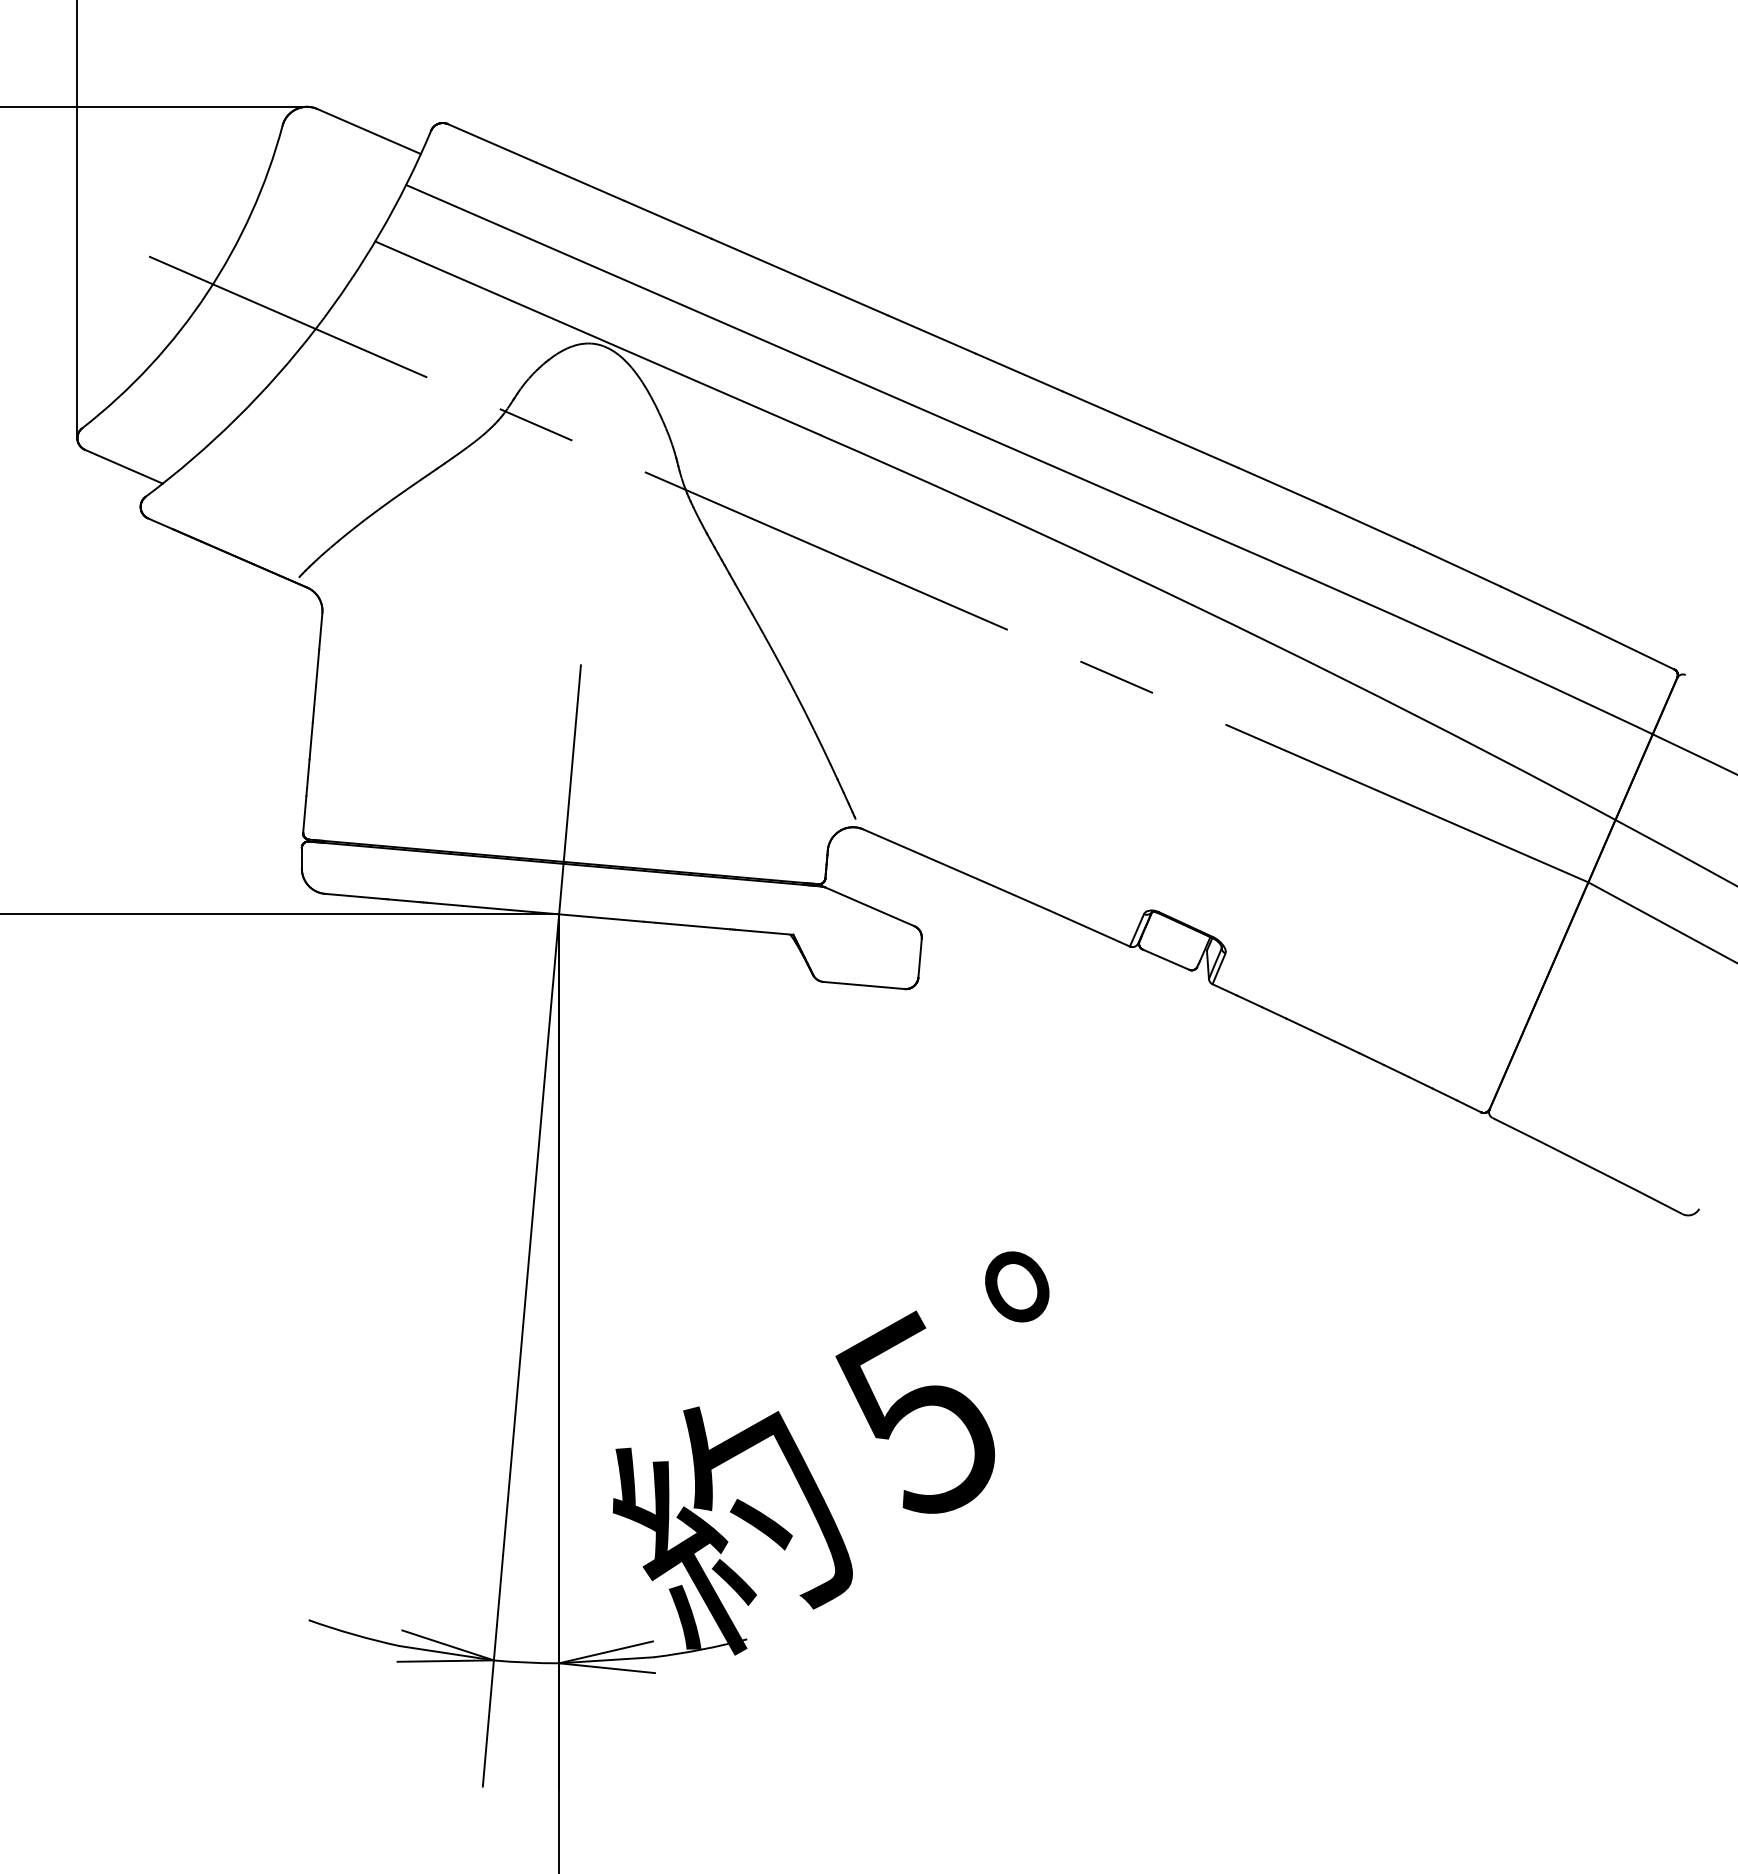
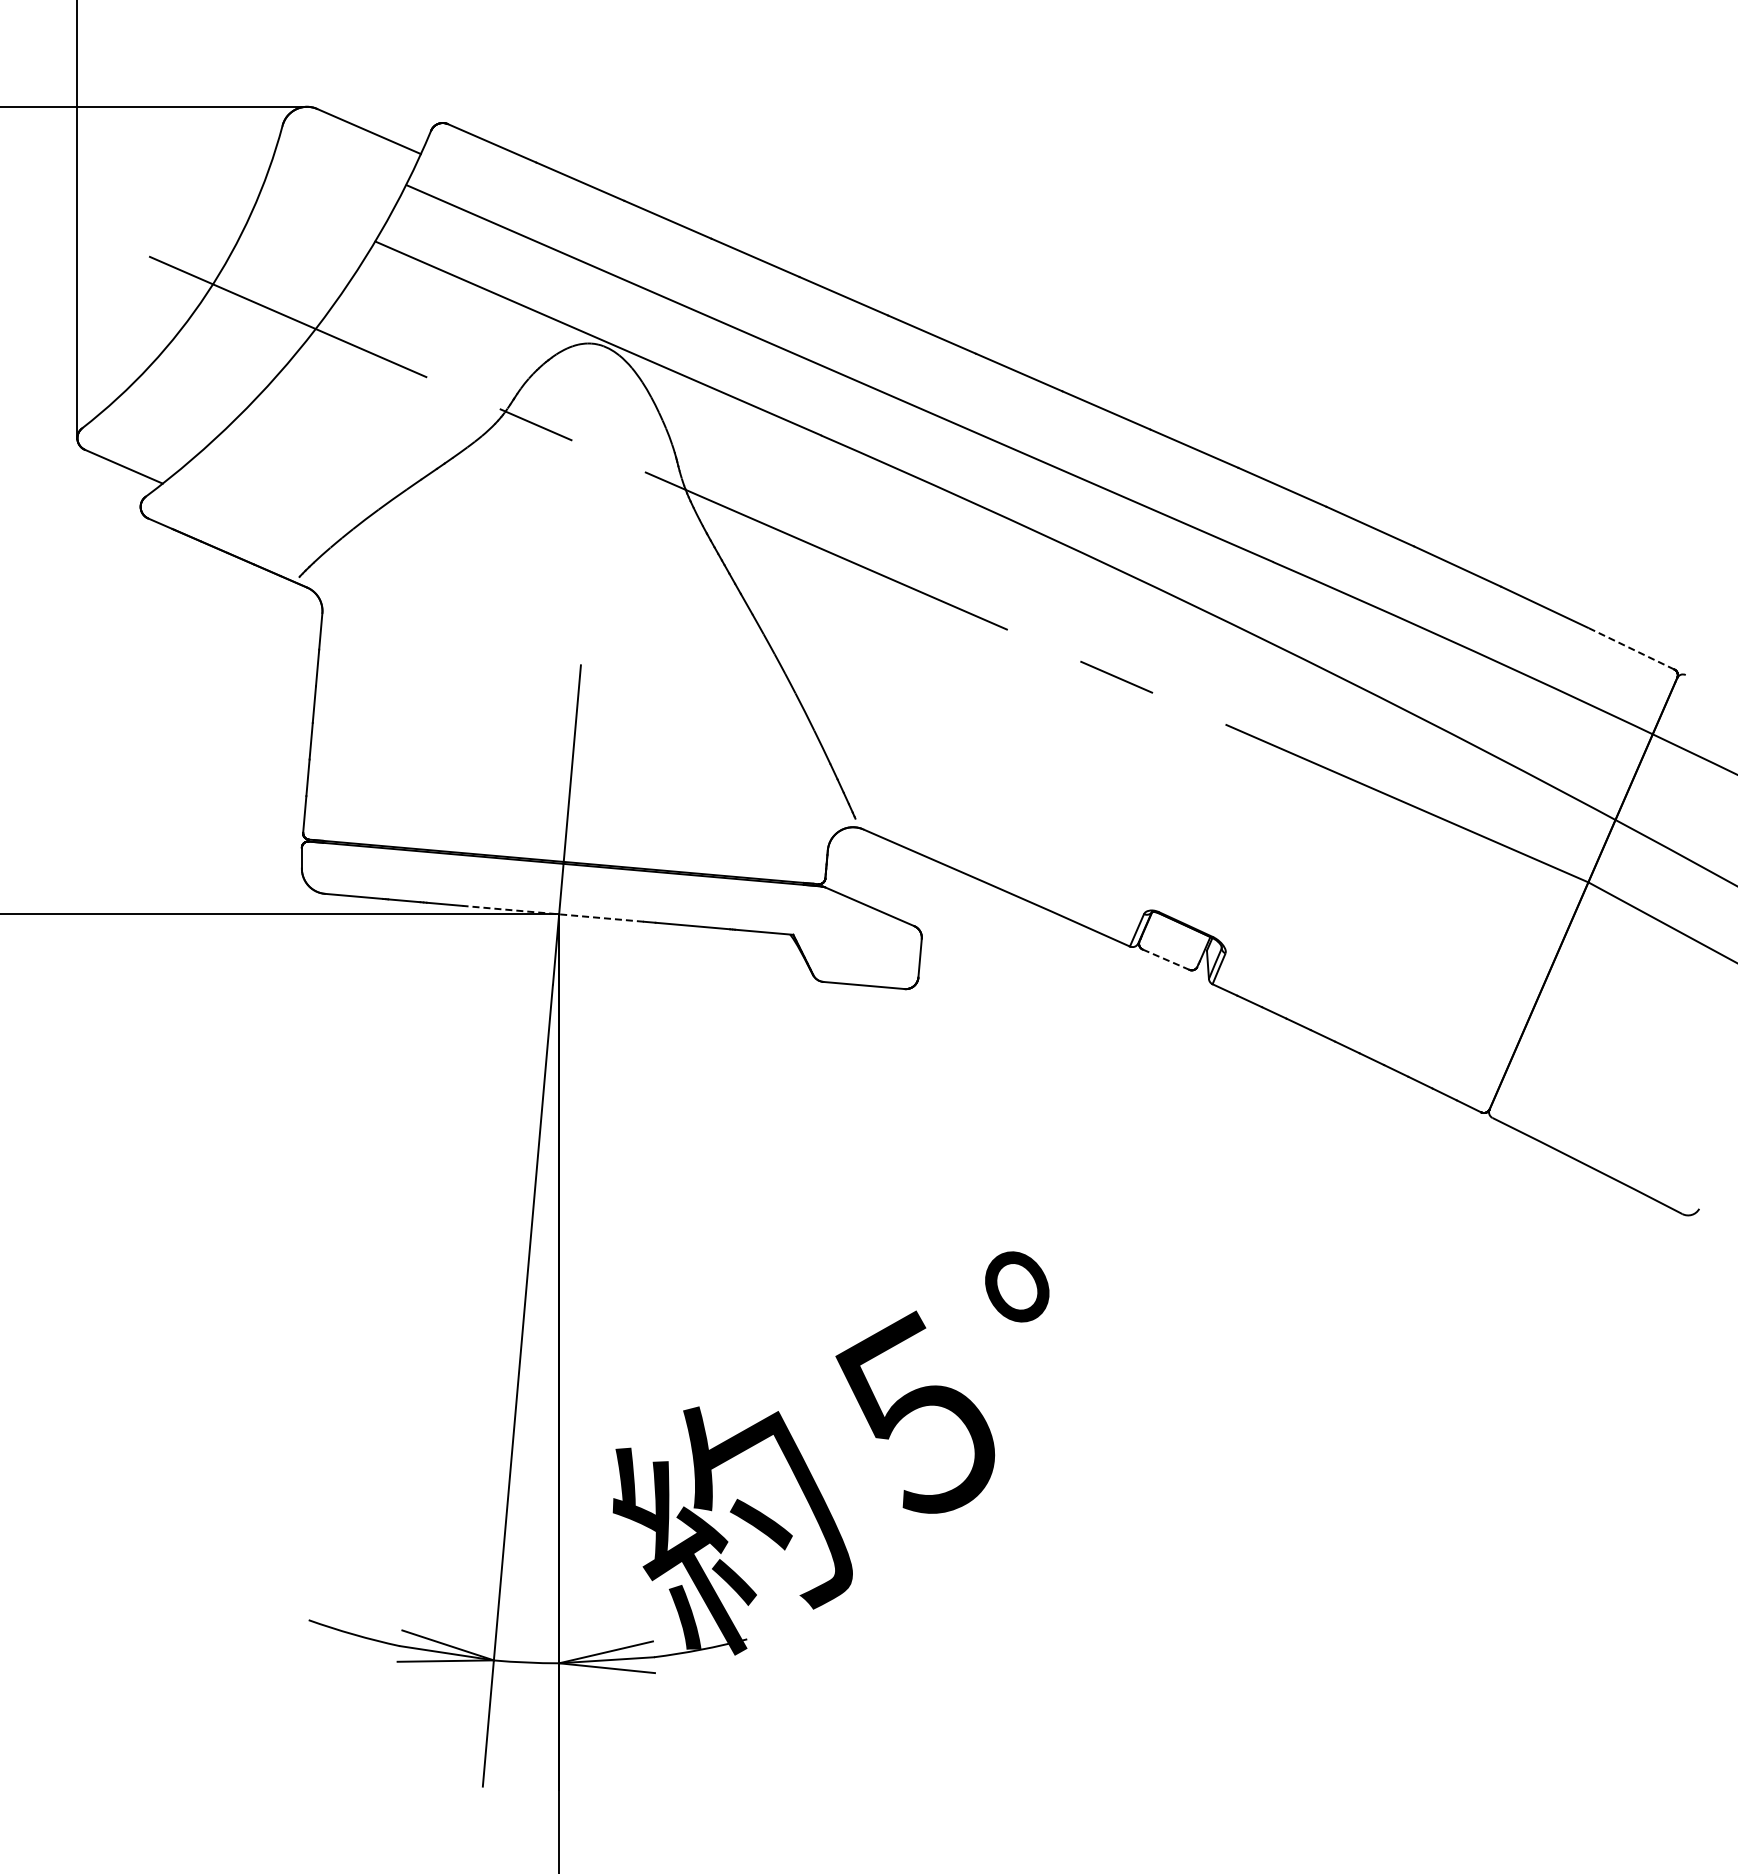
line at (1631, 648): solid -> dashed
line at (553, 913): solid -> dashed
line at (1166, 959): solid -> dashed
